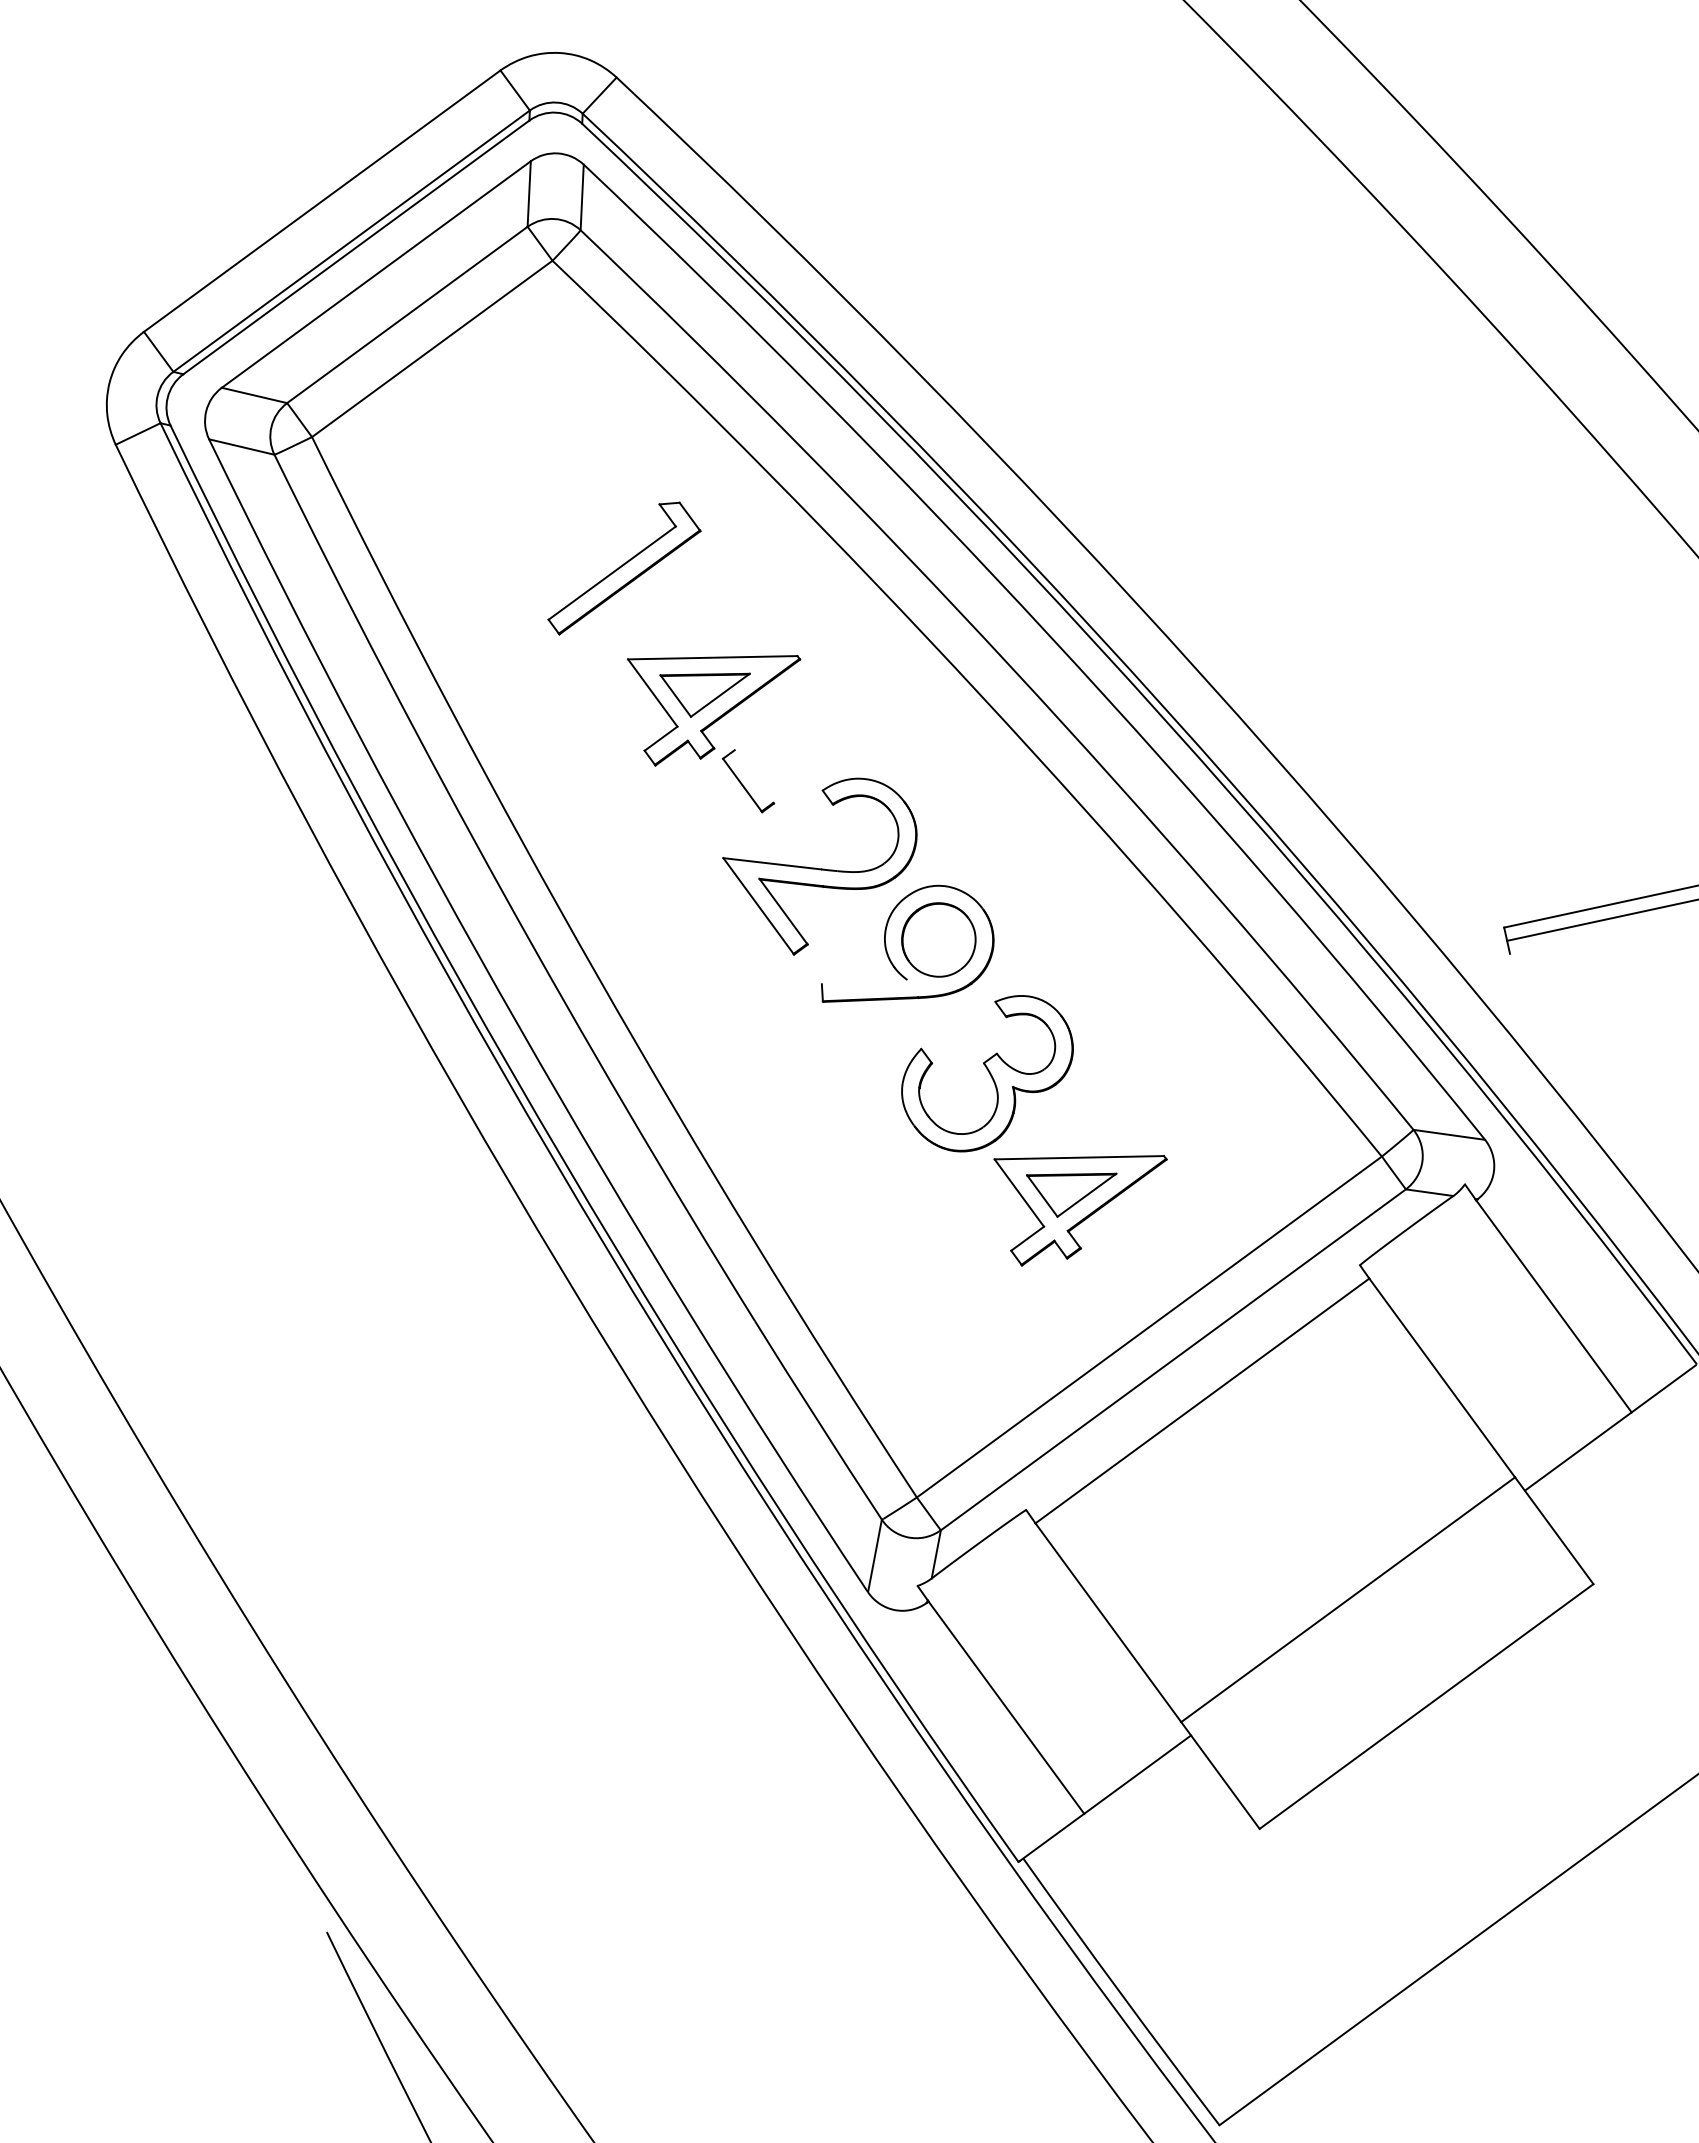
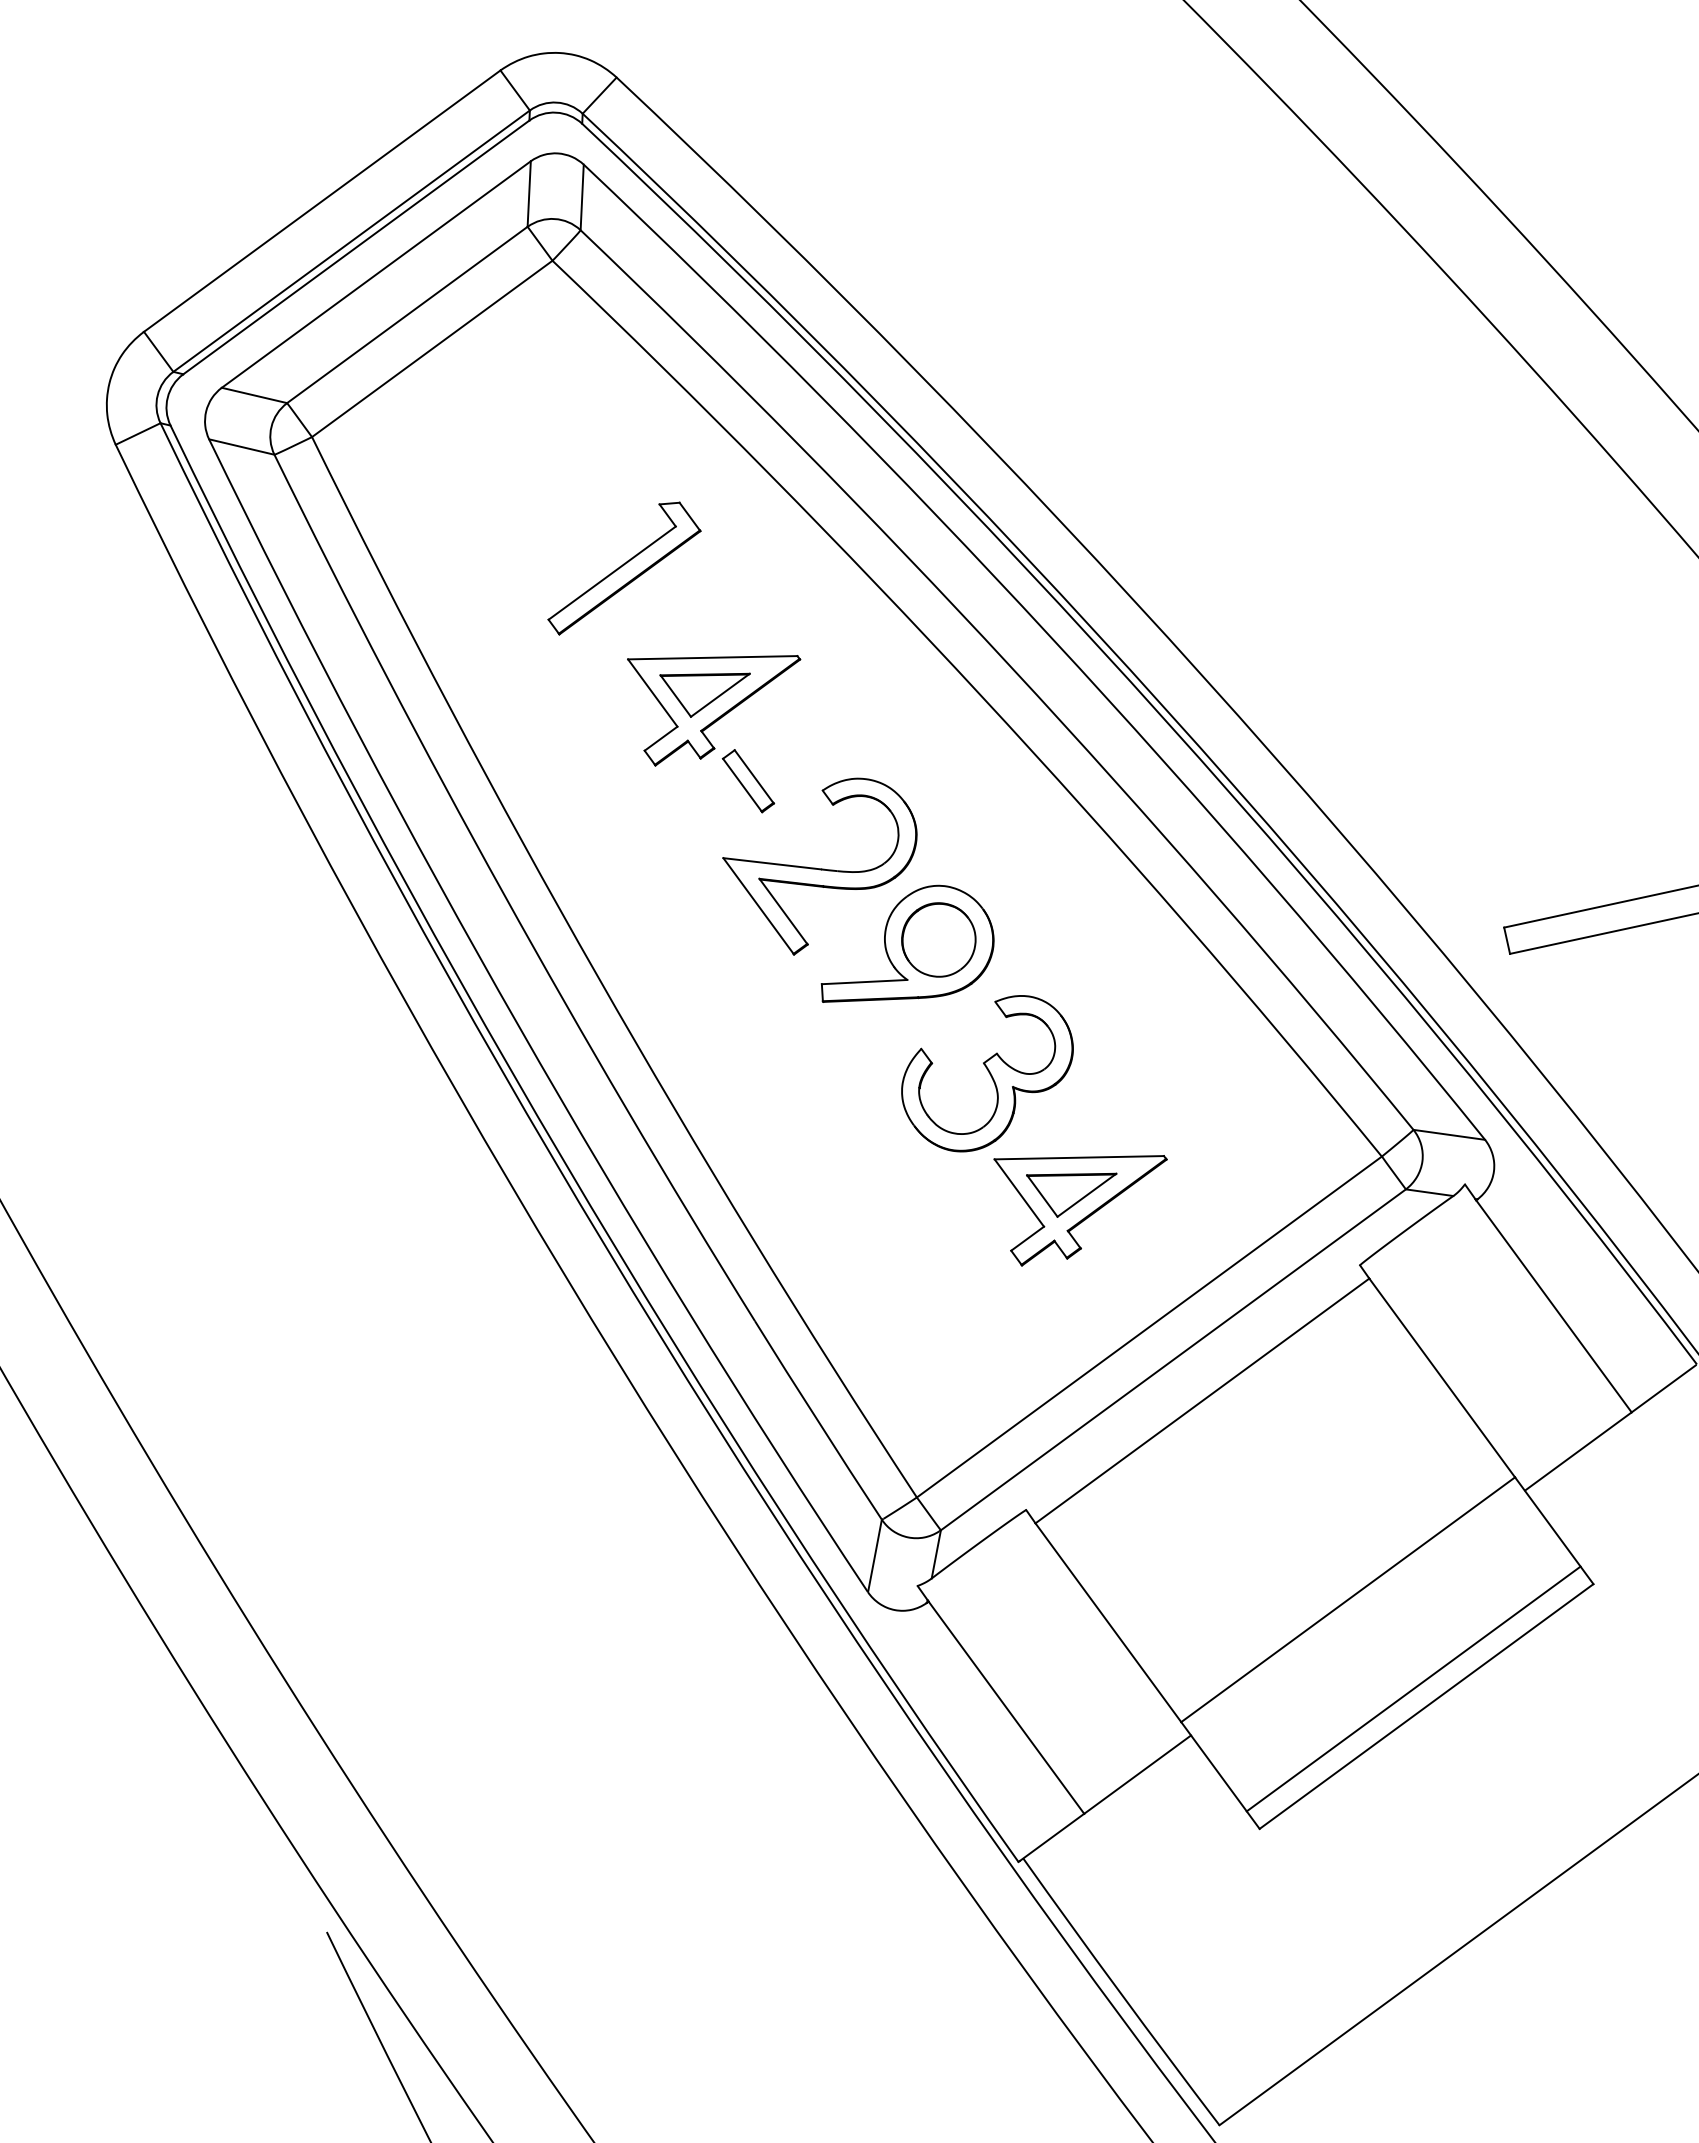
line at (753, 776): none -> present
line at (1601, 920) position: (1601, 920) -> (1602, 933)
line at (864, 981): none -> present
line at (1413, 1688): none -> present
